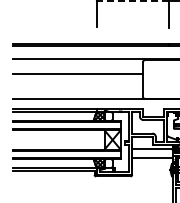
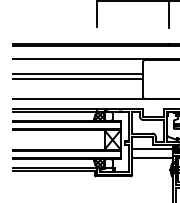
line at (132, 0): dashed -> solid
line at (78, 79): none -> present
